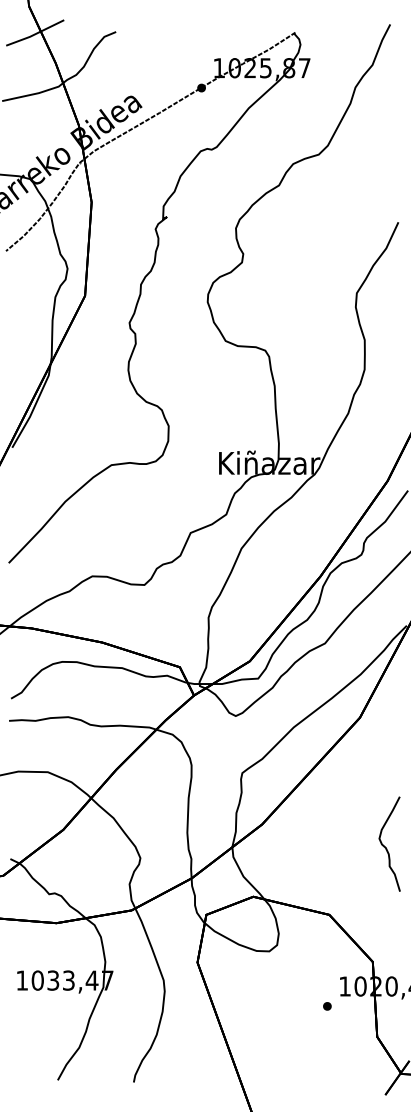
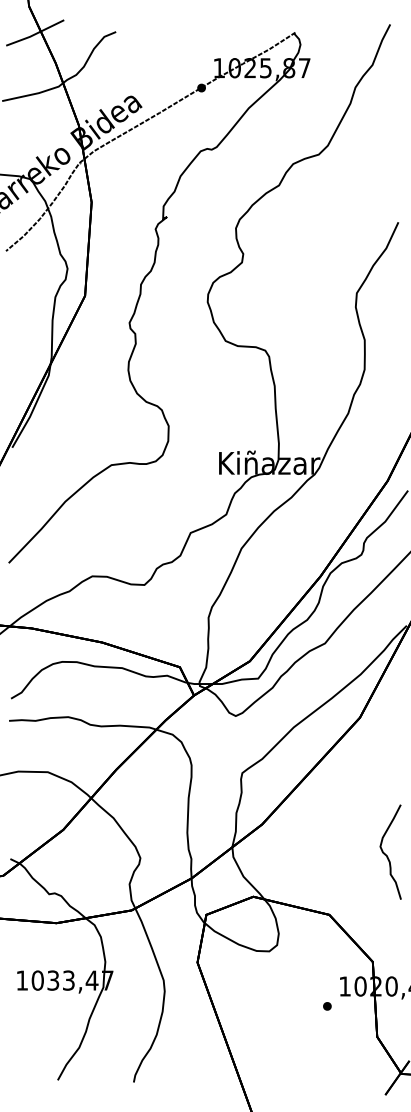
curve at (385, 846) position: (385, 846) -> (386, 854)
